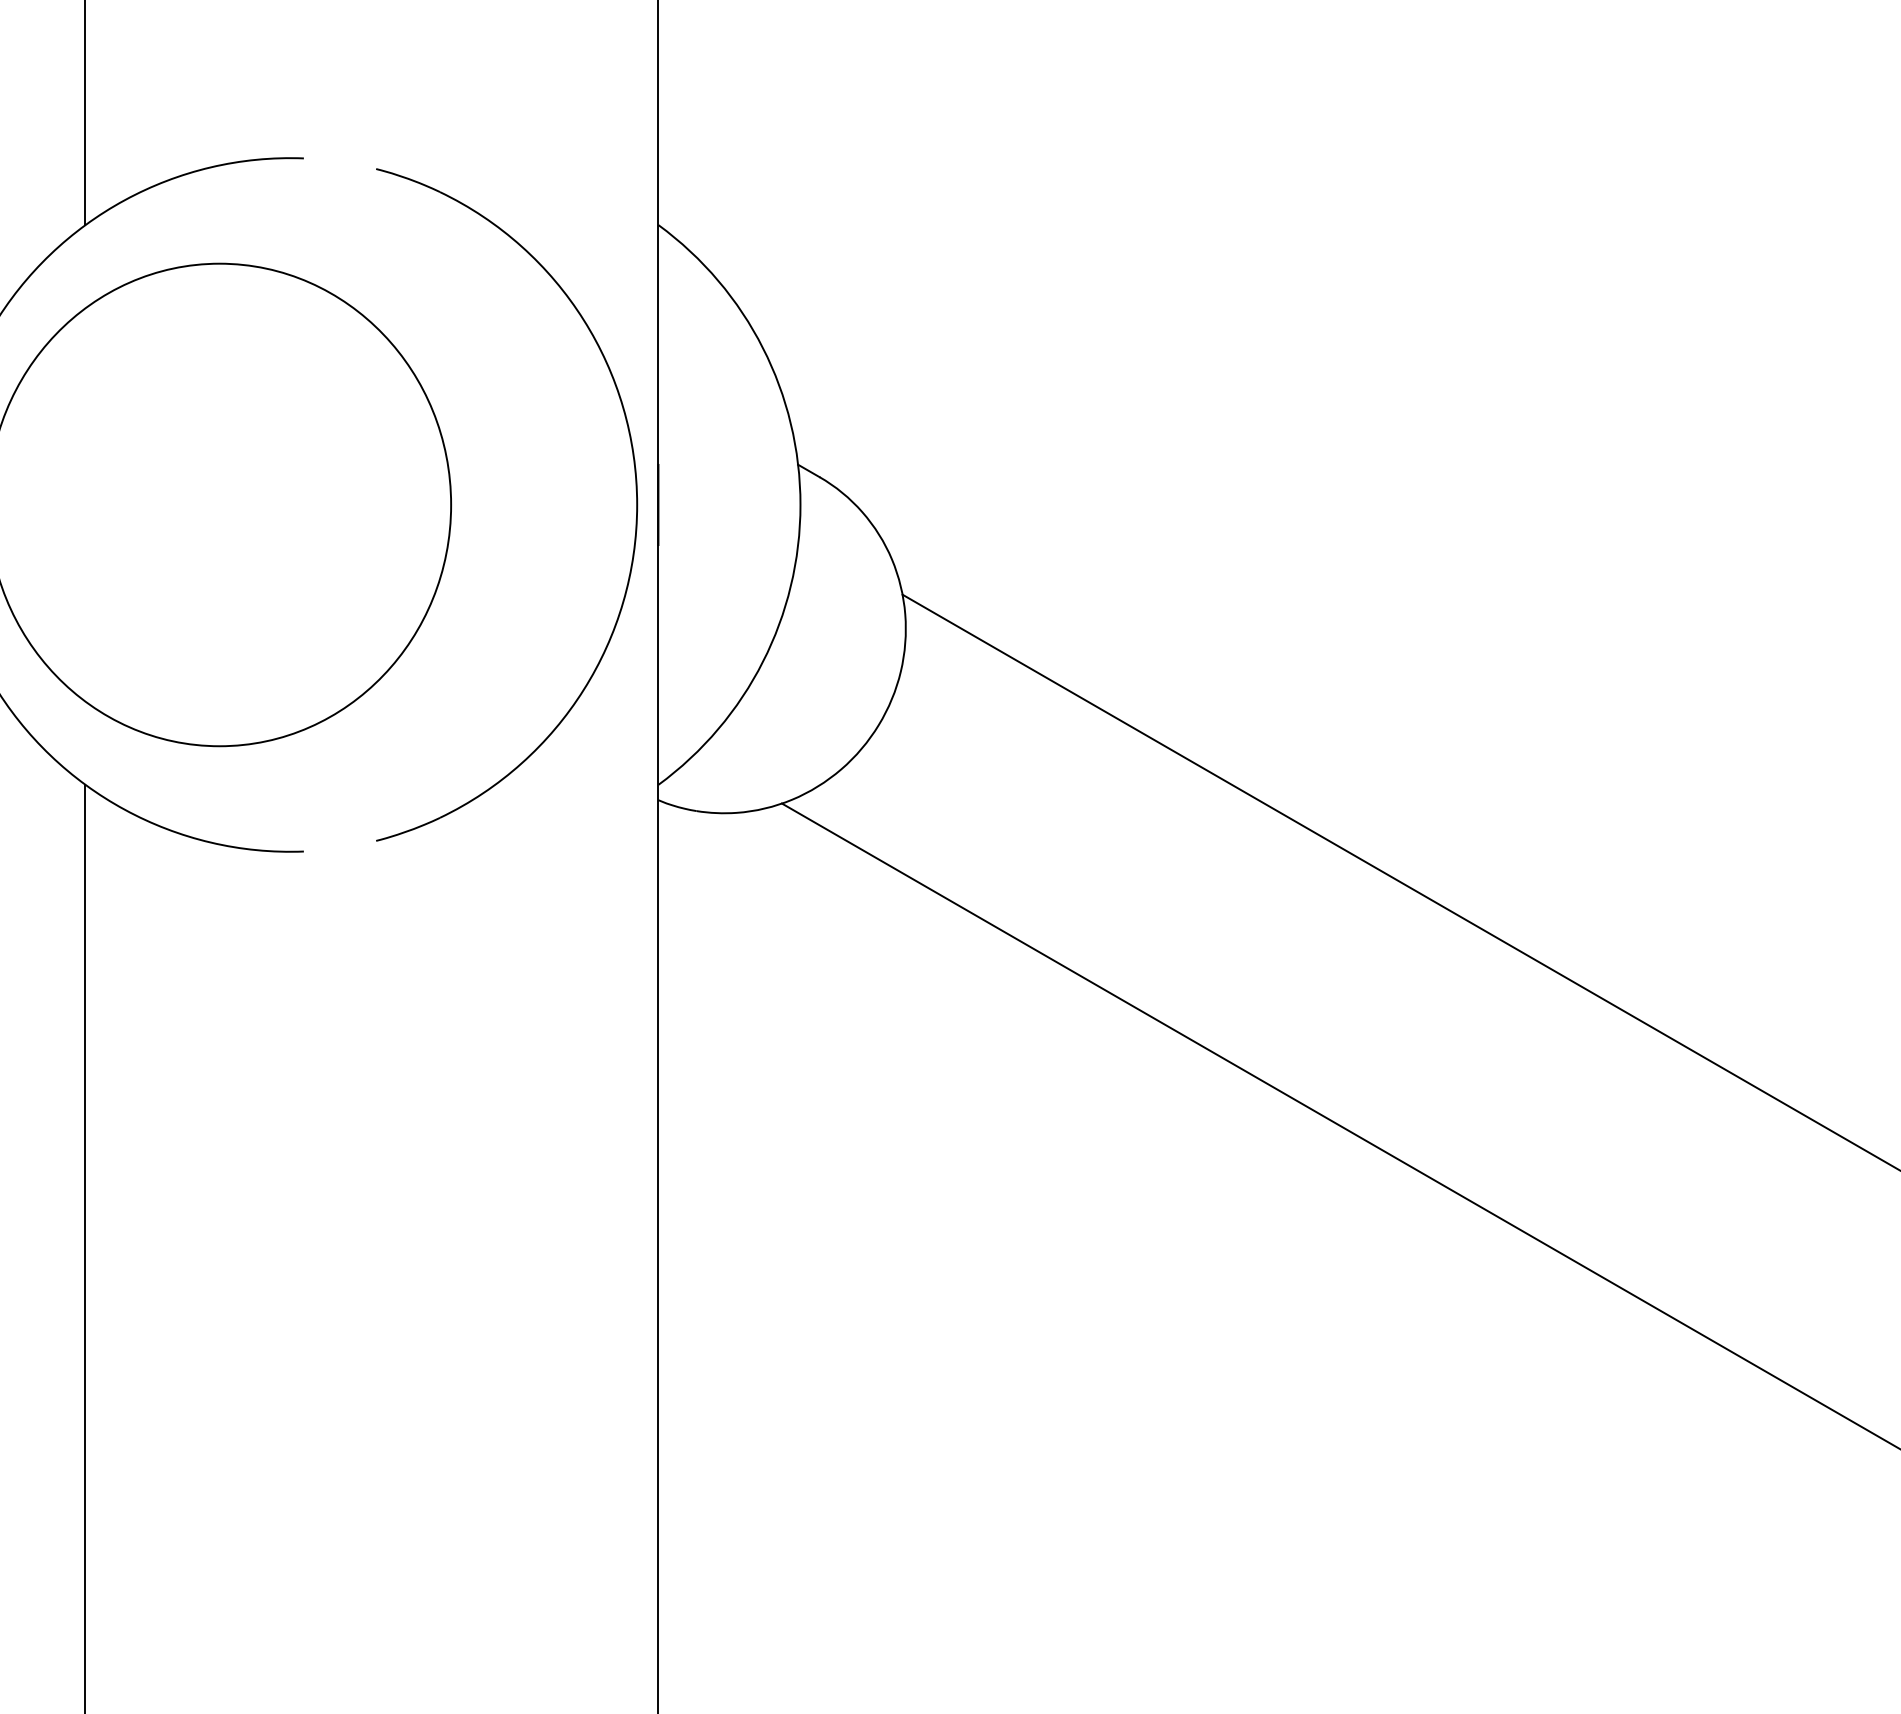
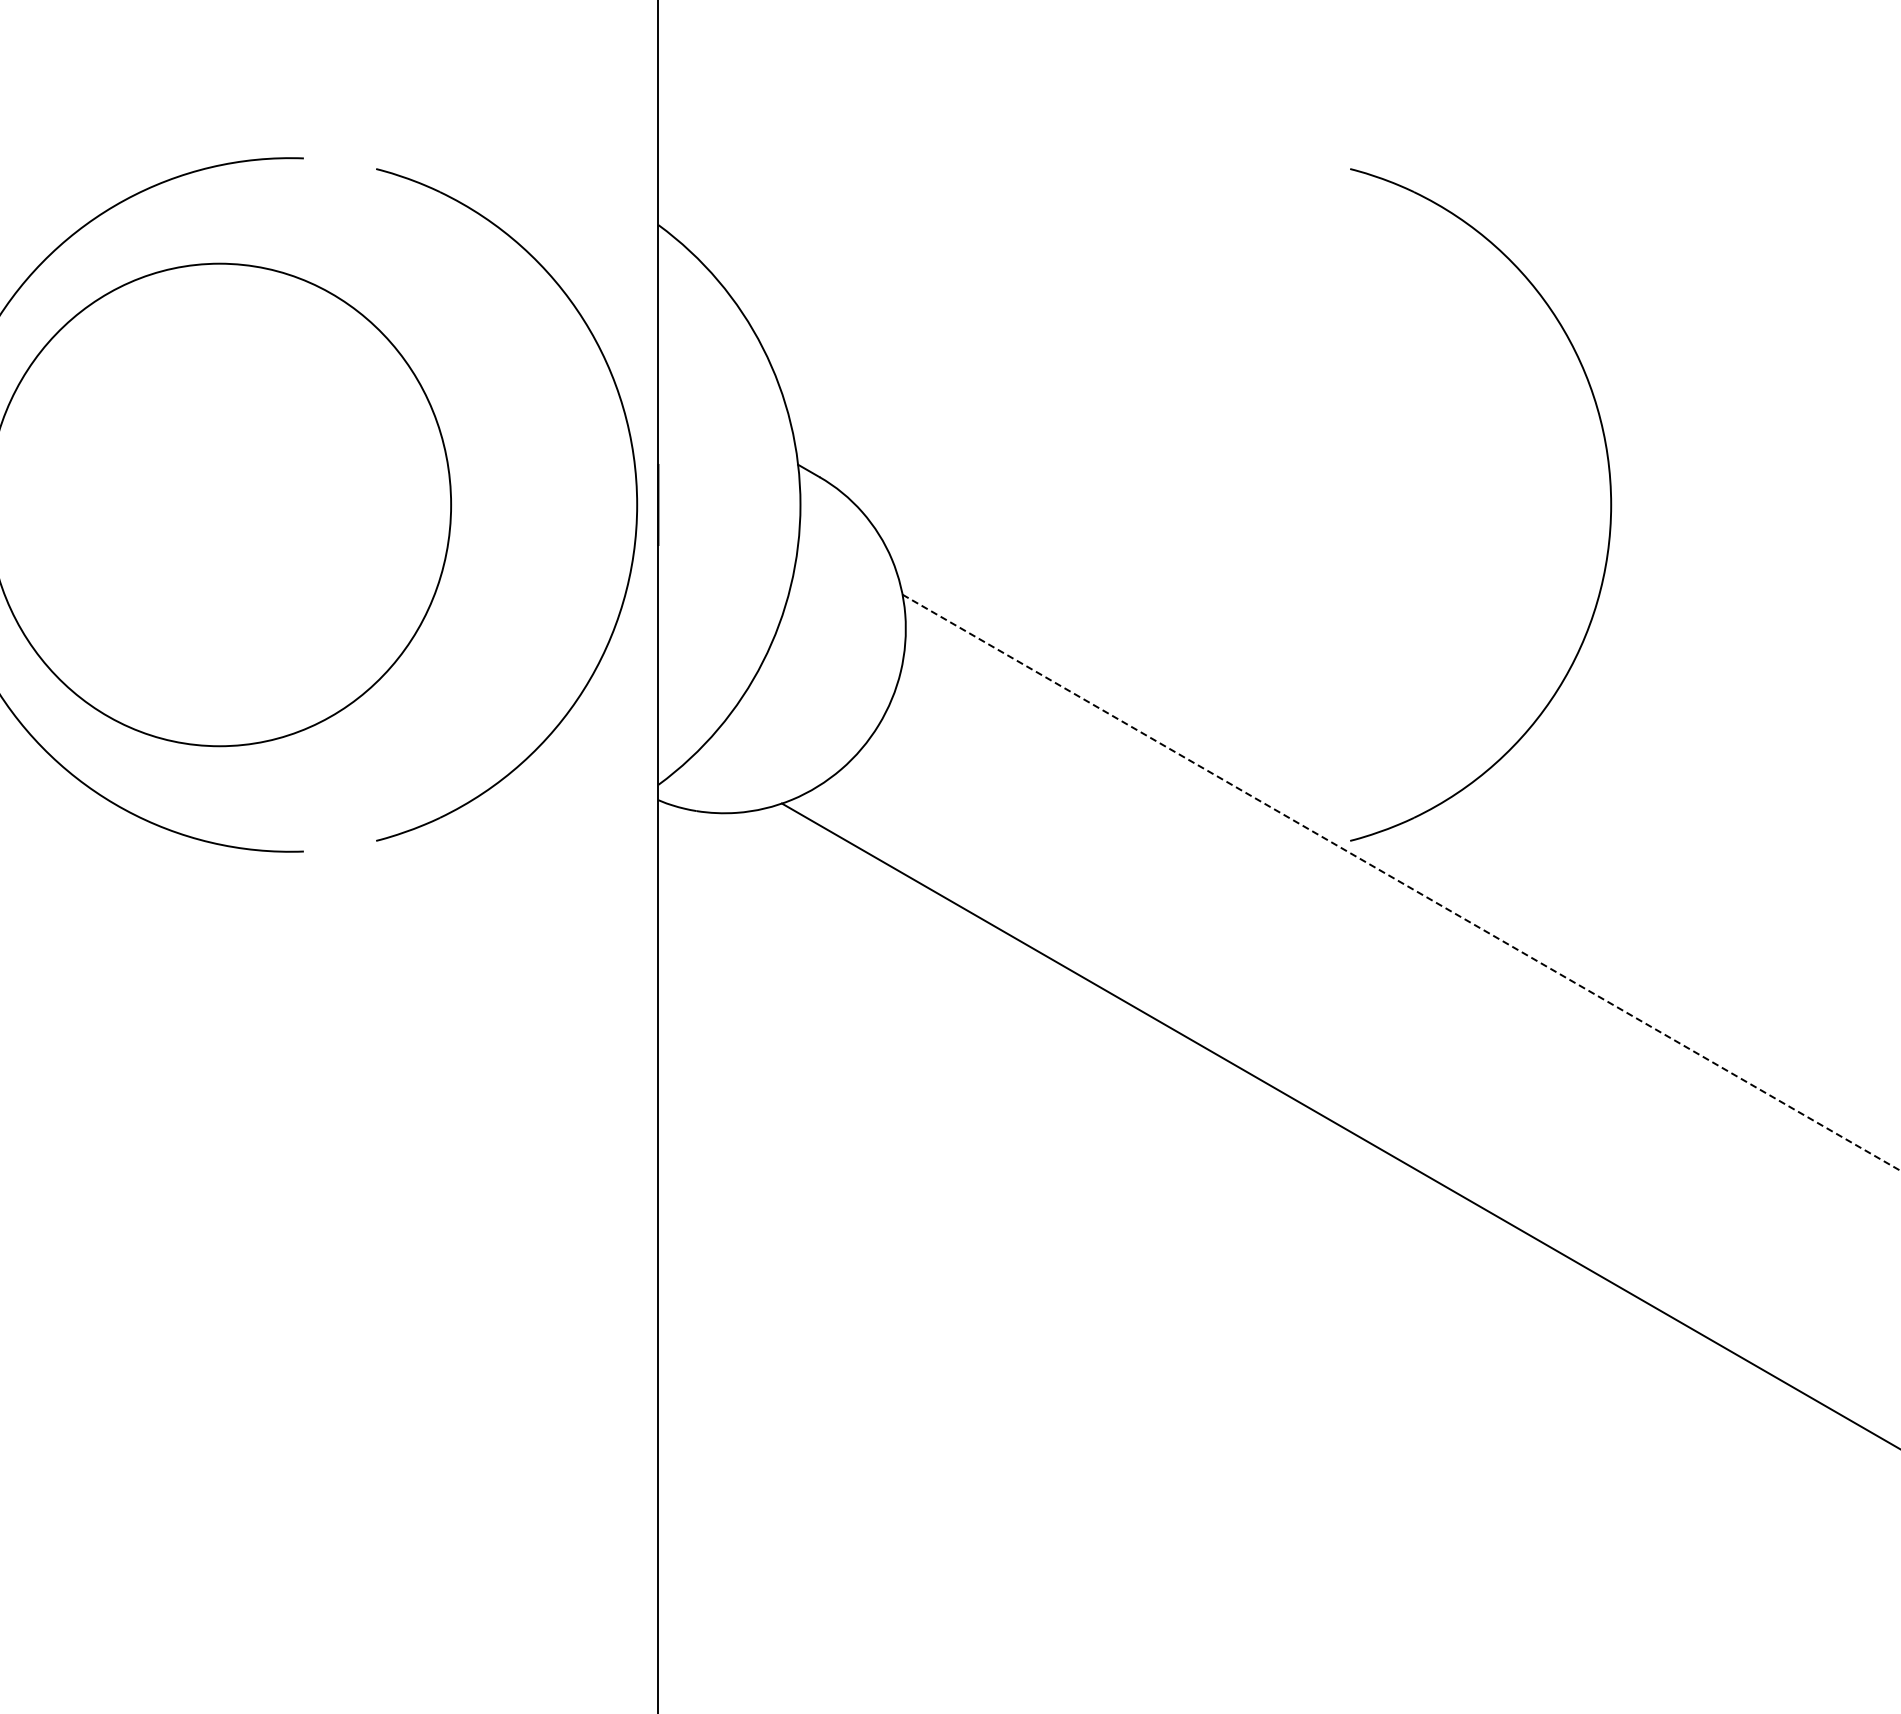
line at (85, 113): present -> none
part at (1609, 489): none -> present
line at (1402, 883): solid -> dashed
line at (85, 1247): present -> none
